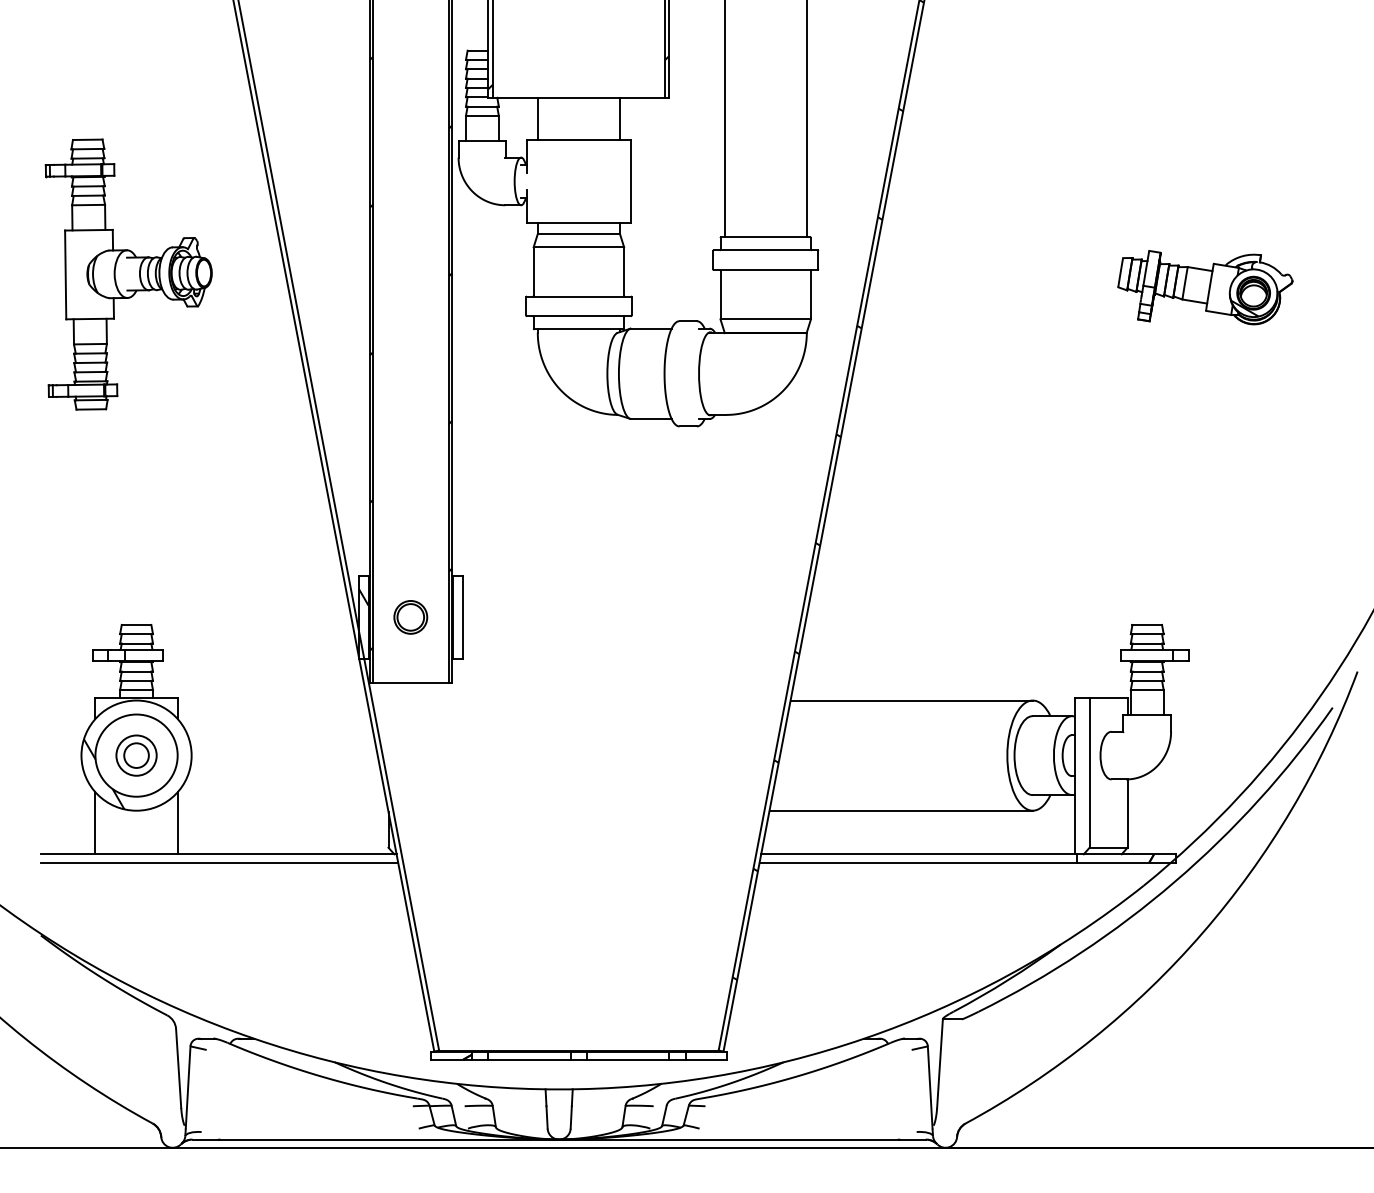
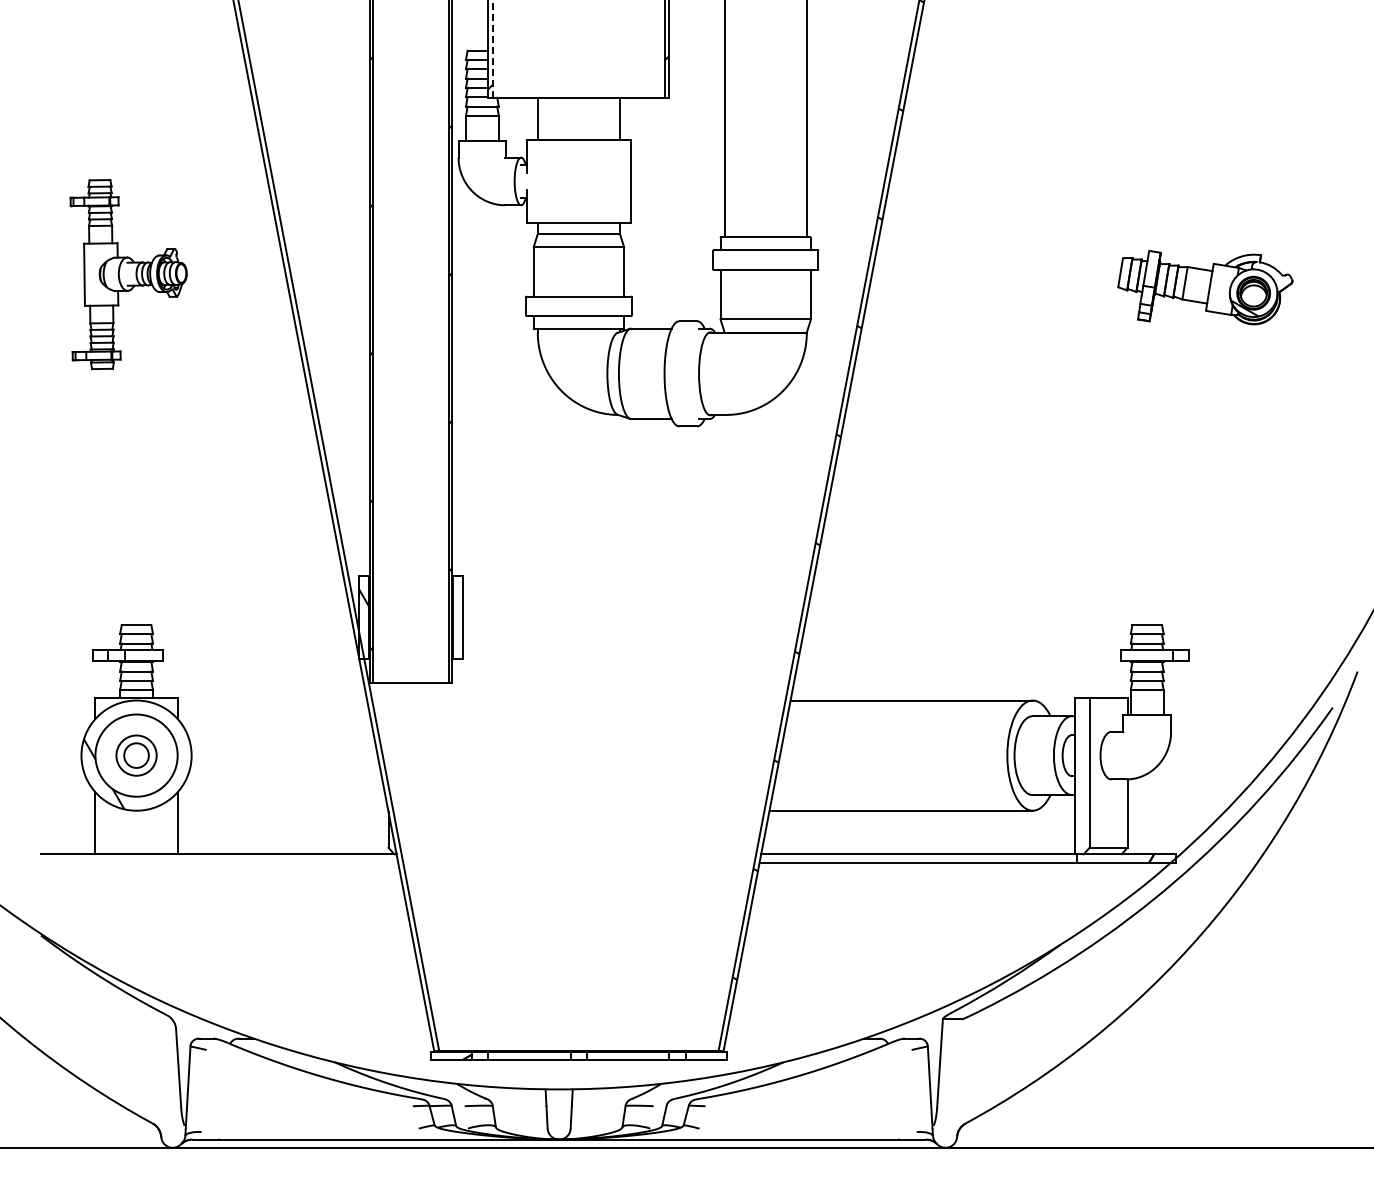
line at (492, 48): solid -> dashed
part at (128, 274) size: 169x273 px -> 119x192 px
part at (410, 617): present -> none
line at (219, 862): present -> none
